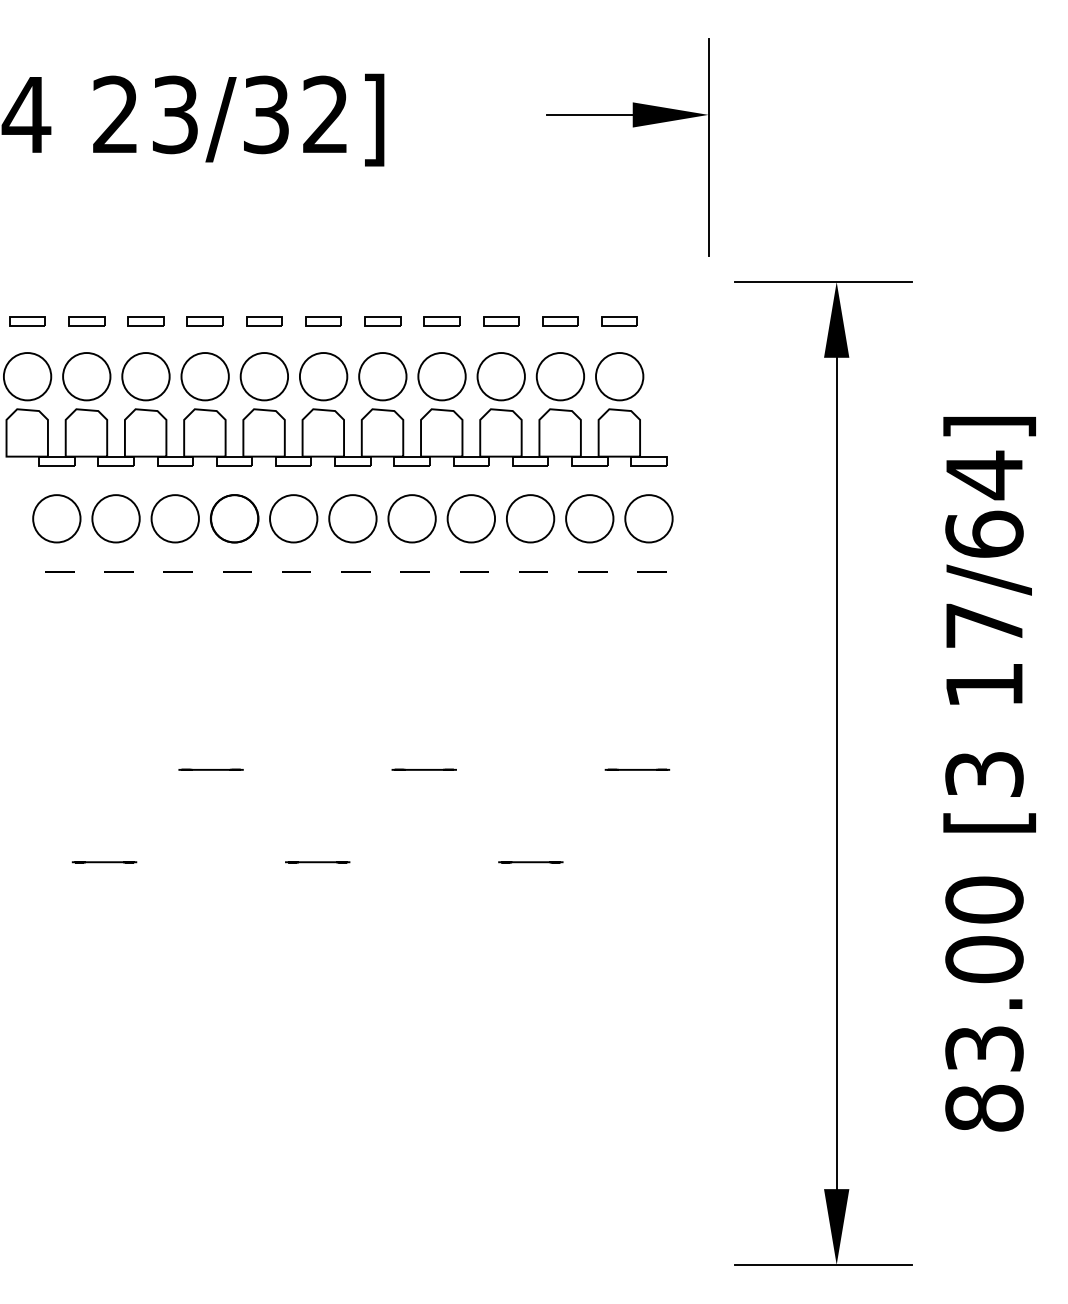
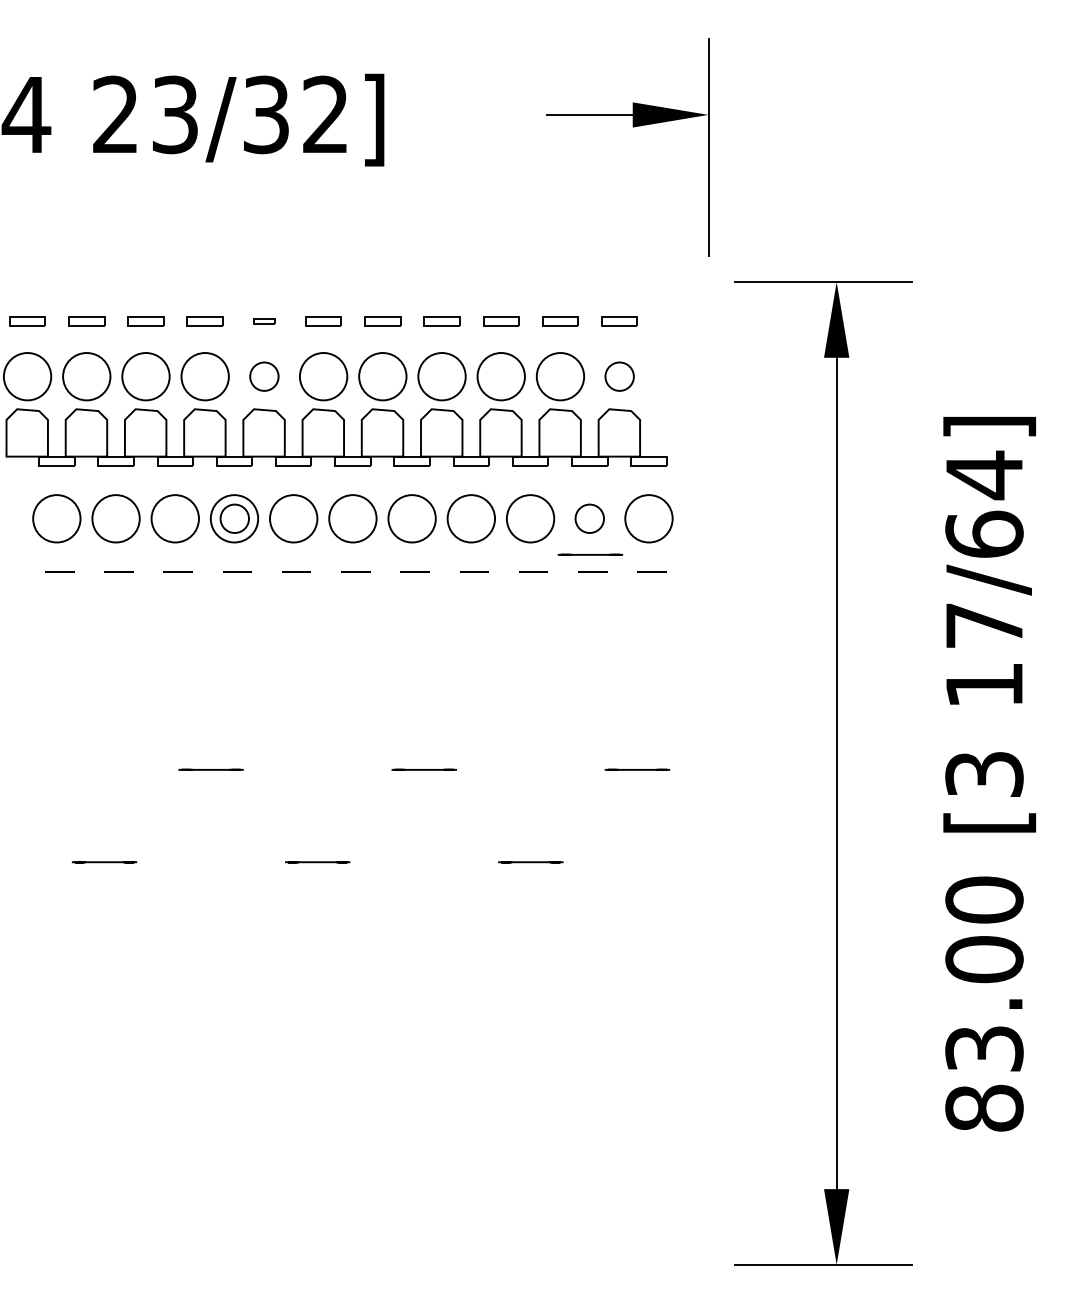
part at (264, 321) size: 37x11 px -> 23x7 px
circle at (264, 376) diameter: 47 px -> 28 px
circle at (619, 376) diameter: 47 px -> 28 px
circle at (234, 518) diameter: 47 px -> 28 px
circle at (589, 518) diameter: 47 px -> 28 px
line at (590, 554): none -> present
